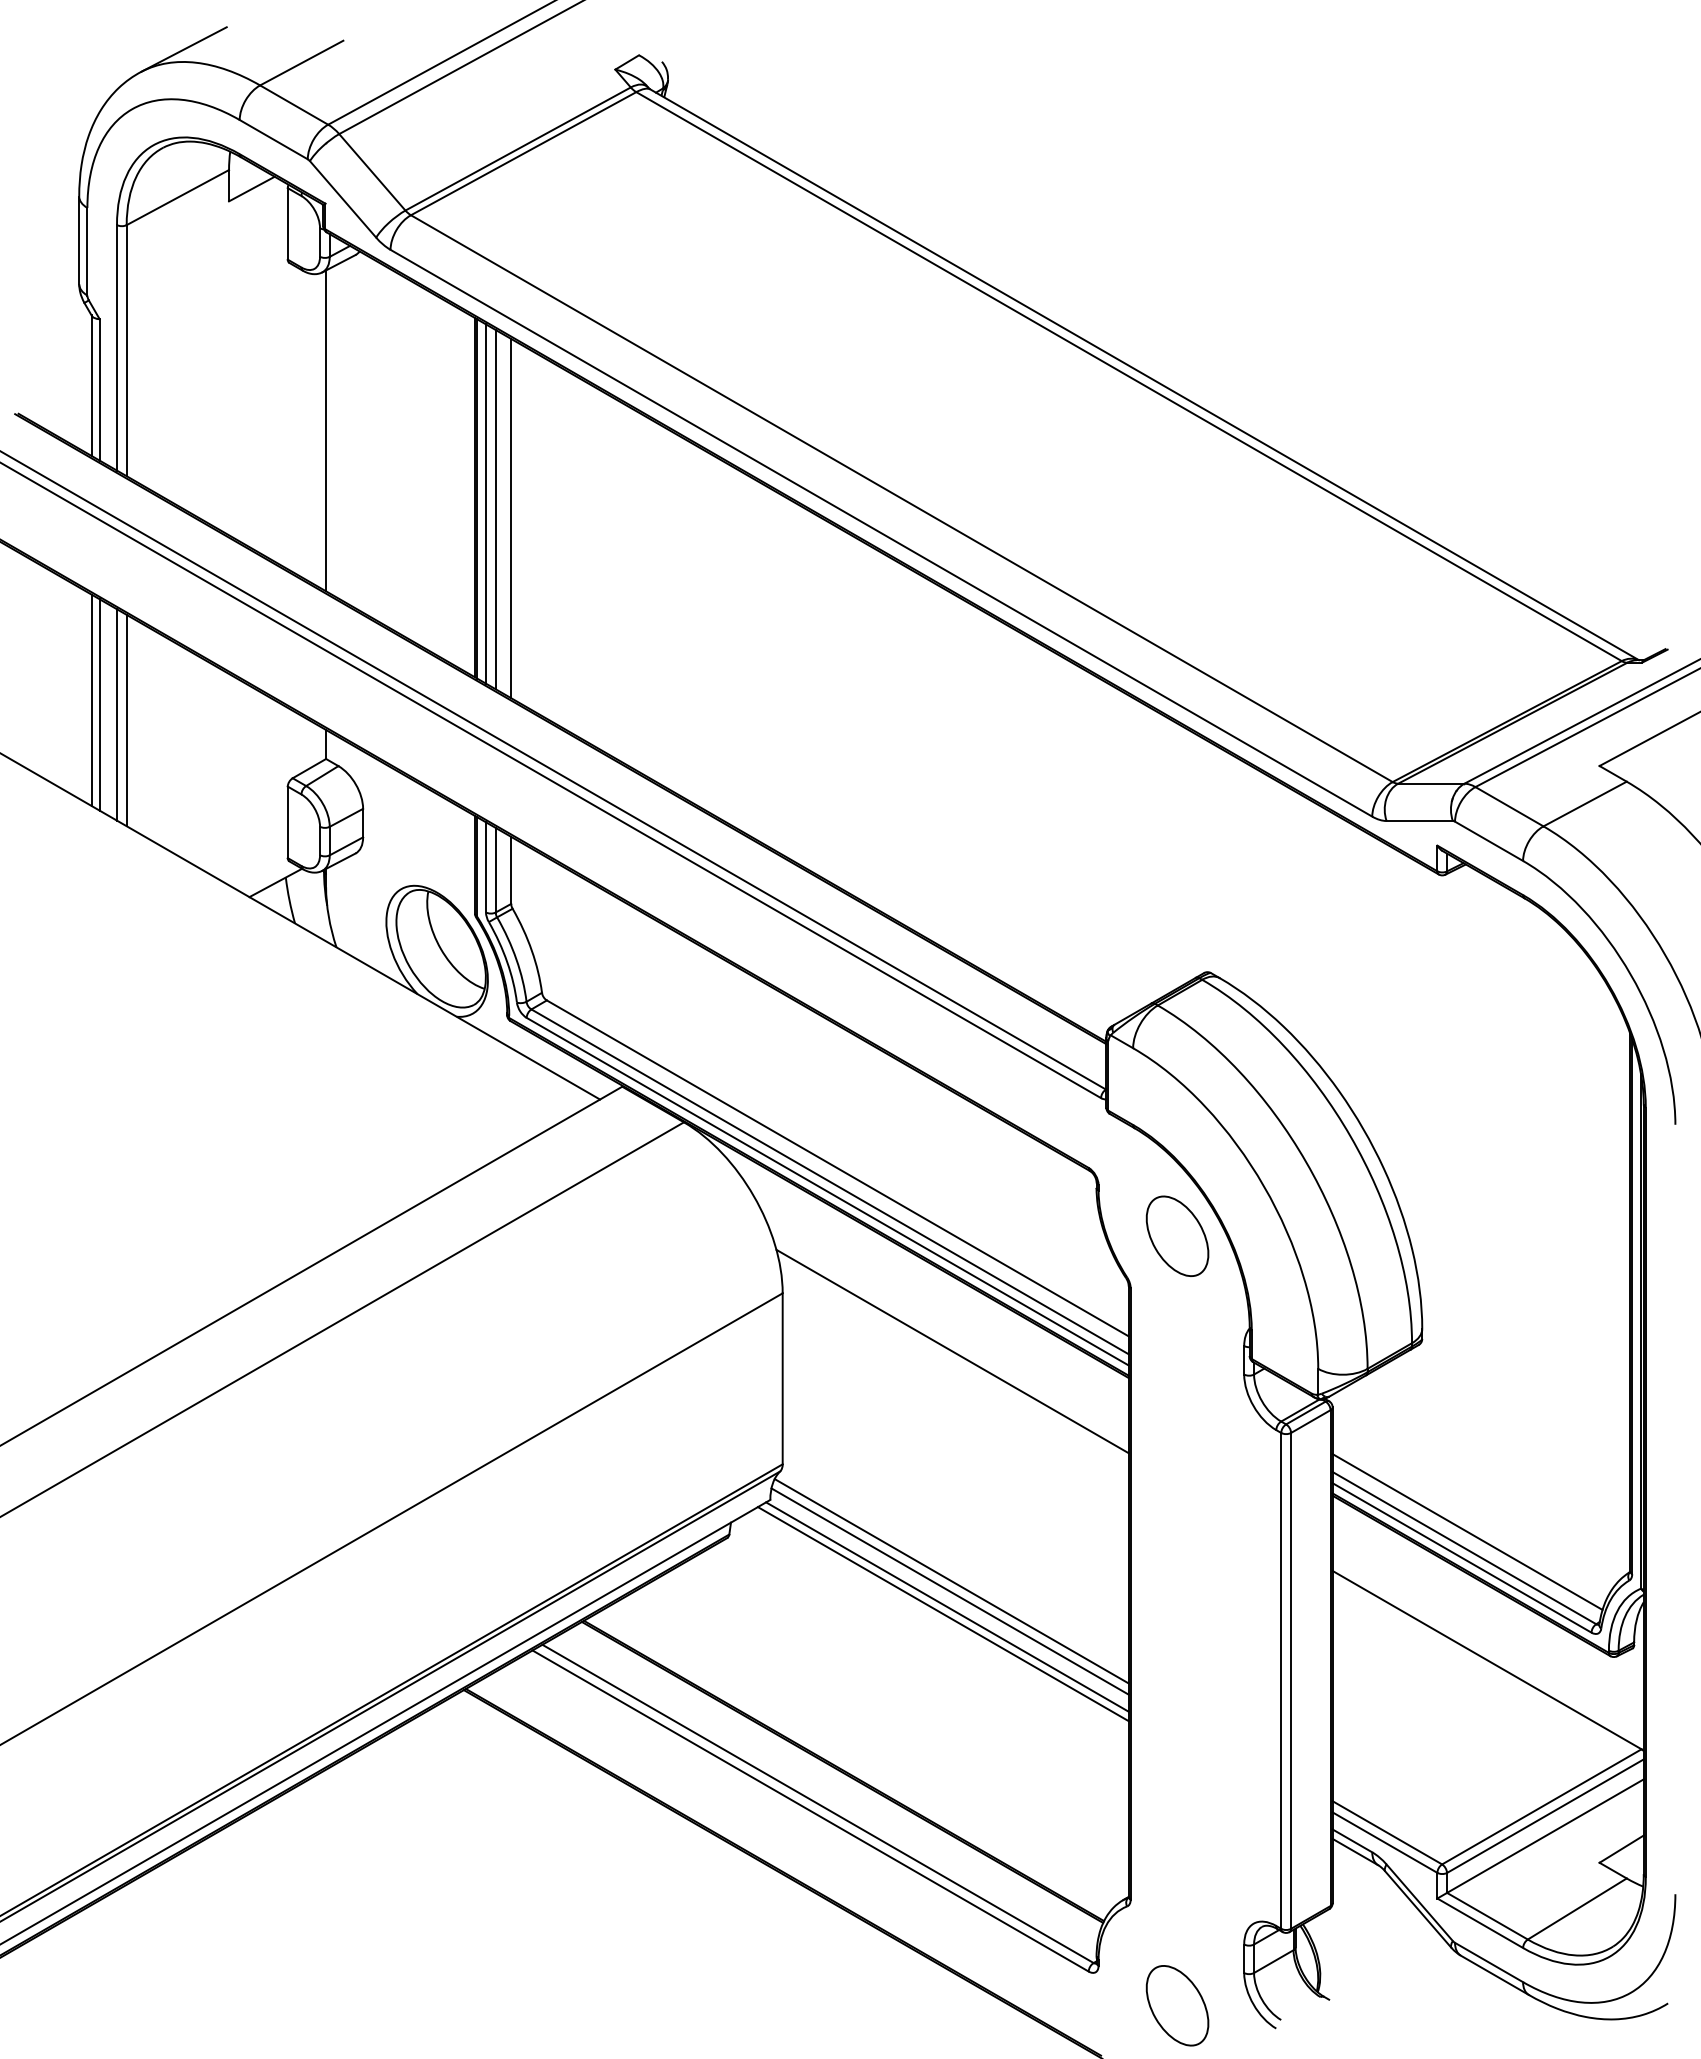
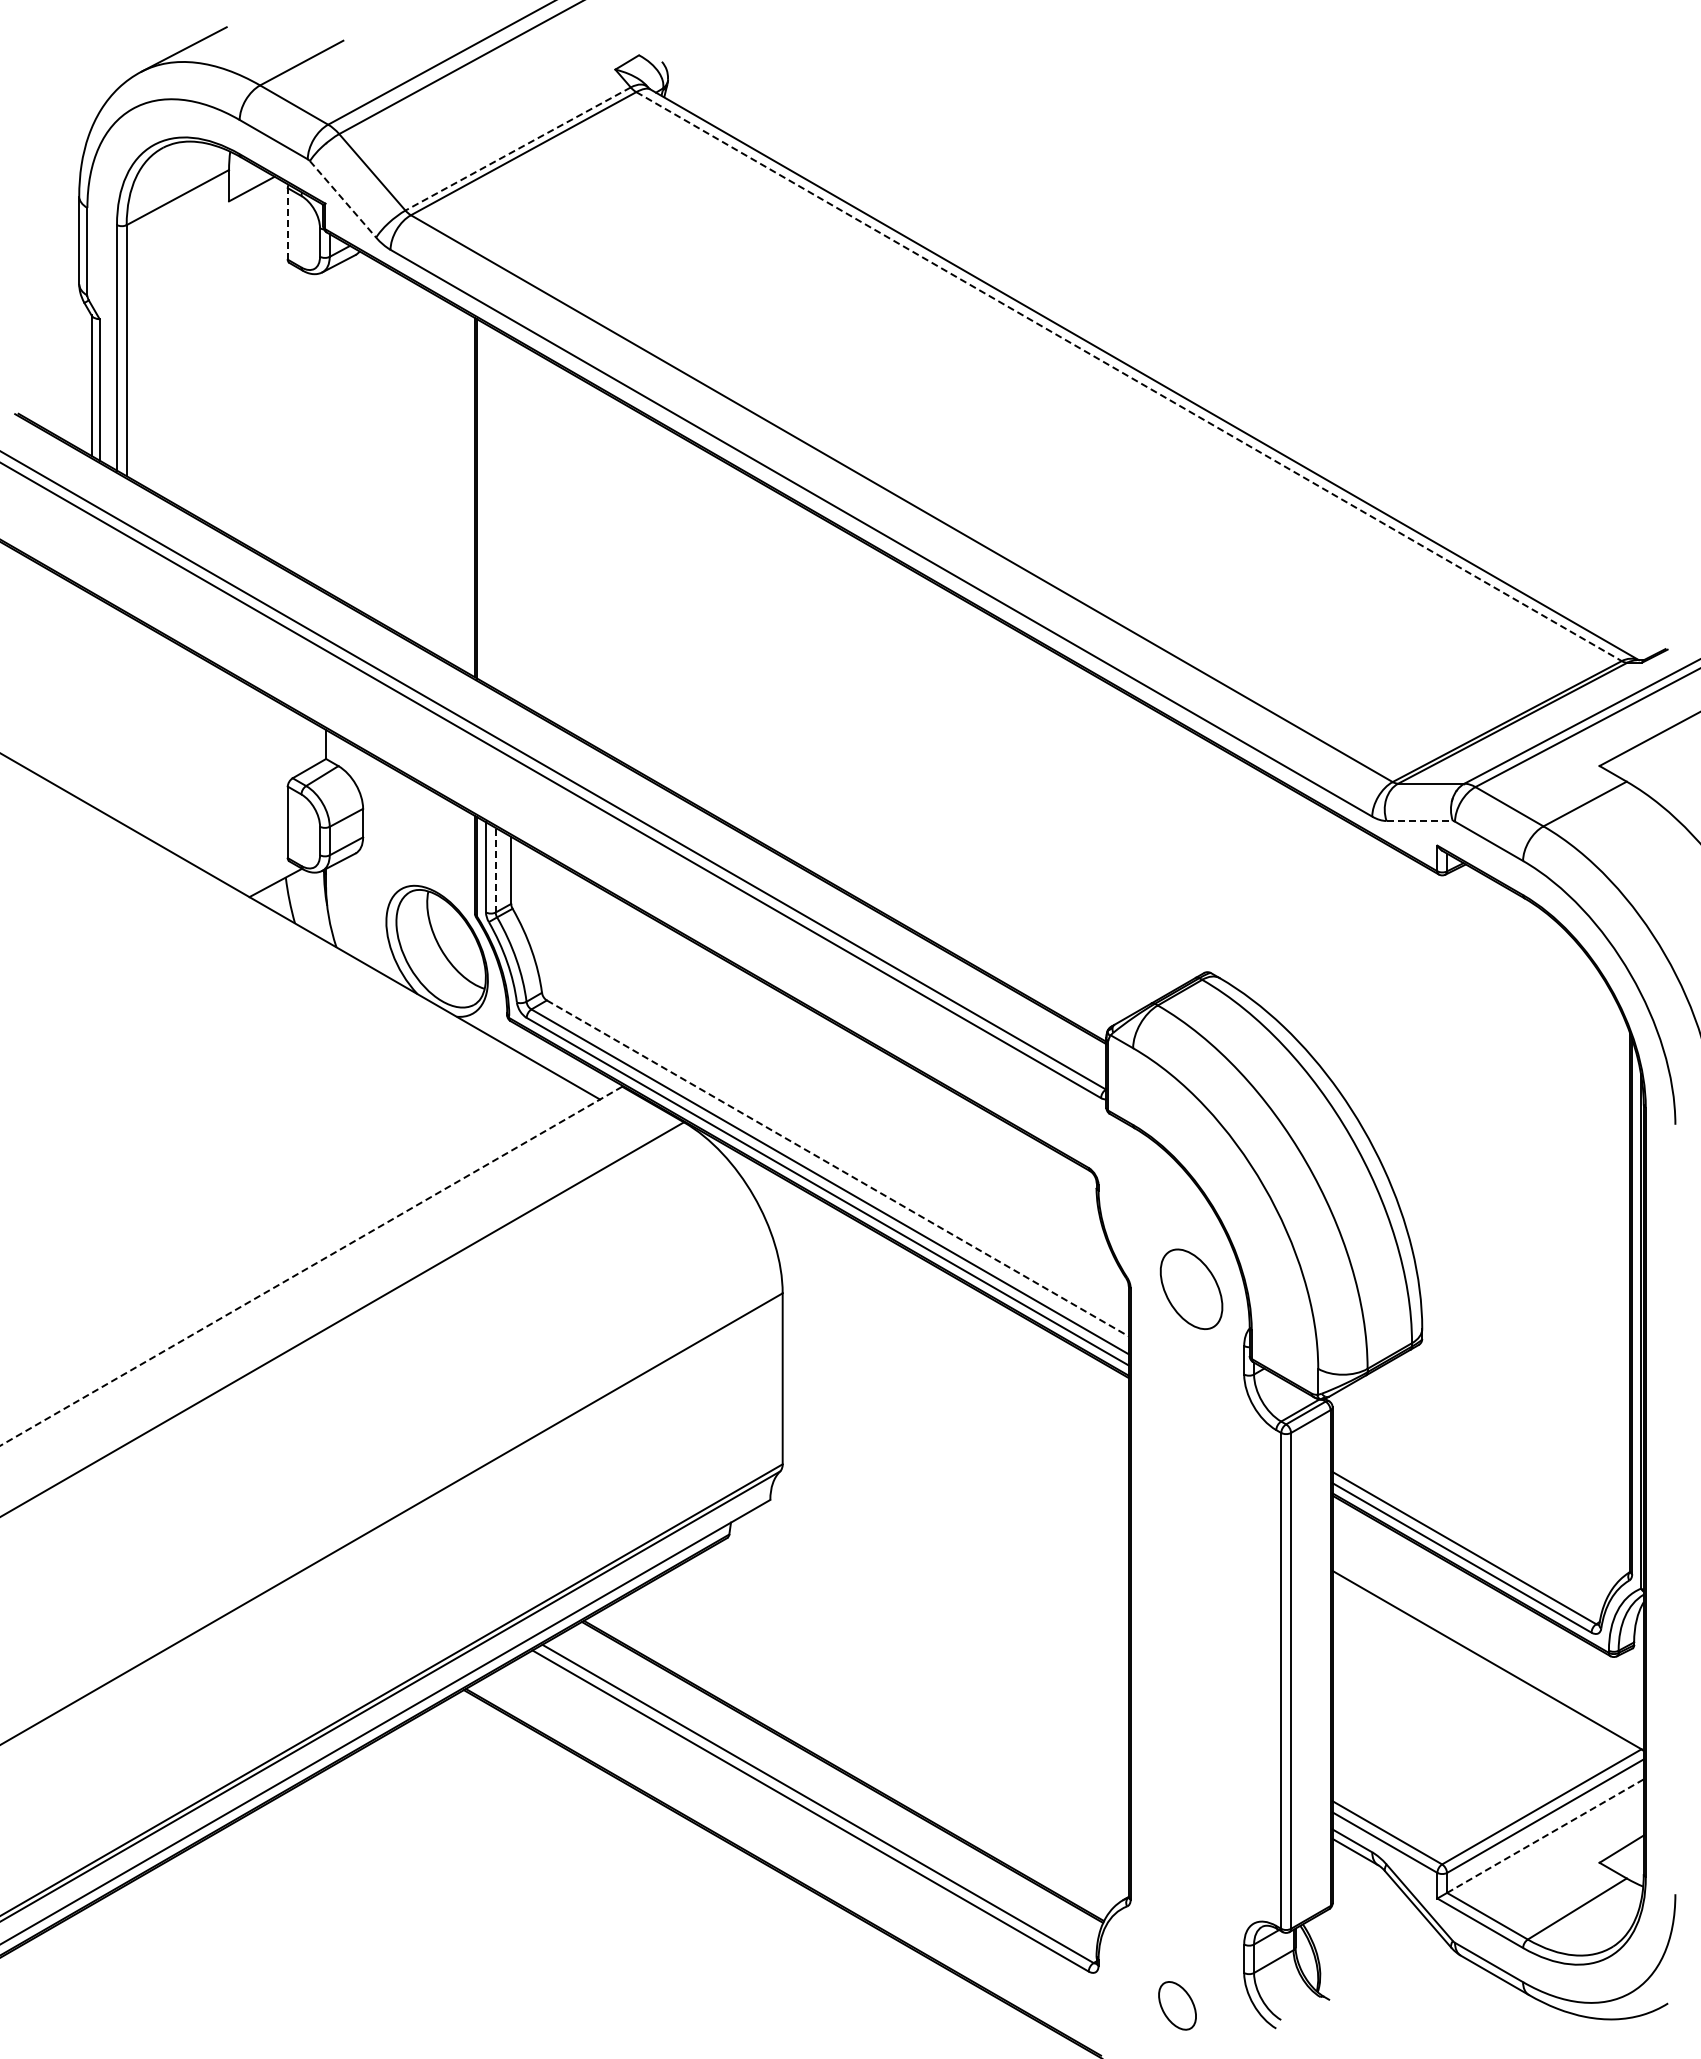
line at (517, 149): solid -> dashed
line at (343, 199): solid -> dashed
line at (287, 223): solid -> dashed
line at (1129, 376): solid -> dashed
line at (326, 430): present -> none
line at (486, 503): present -> none
line at (495, 509): present -> none
line at (511, 518): present -> none
line at (91, 699): present -> none
line at (99, 704): present -> none
line at (117, 714): present -> none
line at (126, 720): present -> none
line at (1420, 821): solid -> dashed
line at (495, 869): solid -> dashed
line at (837, 1168): solid -> dashed
part at (1177, 1235) position: (1177, 1235) -> (1191, 1288)
line at (311, 1266): solid -> dashed
line at (952, 1351): present -> none
line at (1467, 1531): present -> none
line at (951, 1581): present -> none
line at (949, 1591): present -> none
line at (947, 1606): present -> none
line at (942, 1614): present -> none
line at (1545, 1836): solid -> dashed
part at (1177, 2005) size: 65x82 px -> 39x50 px
